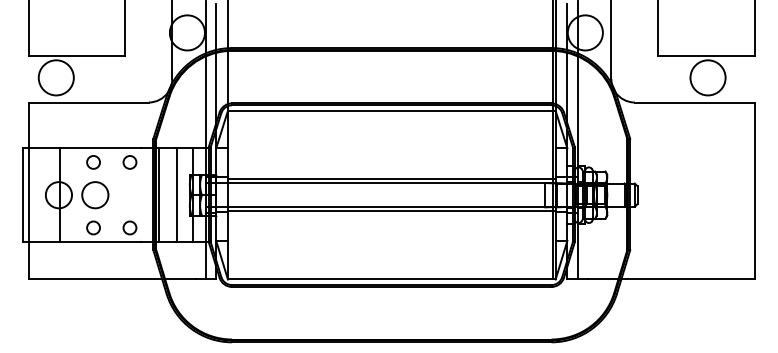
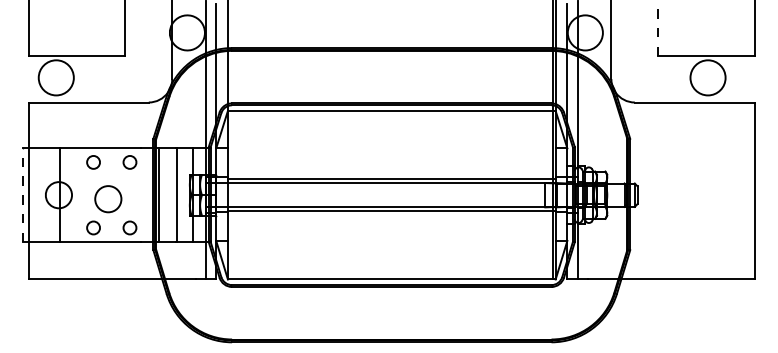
line at (658, 28): solid -> dashed
line at (23, 195): solid -> dashed
circle at (95, 195) position: (95, 195) -> (108, 199)
